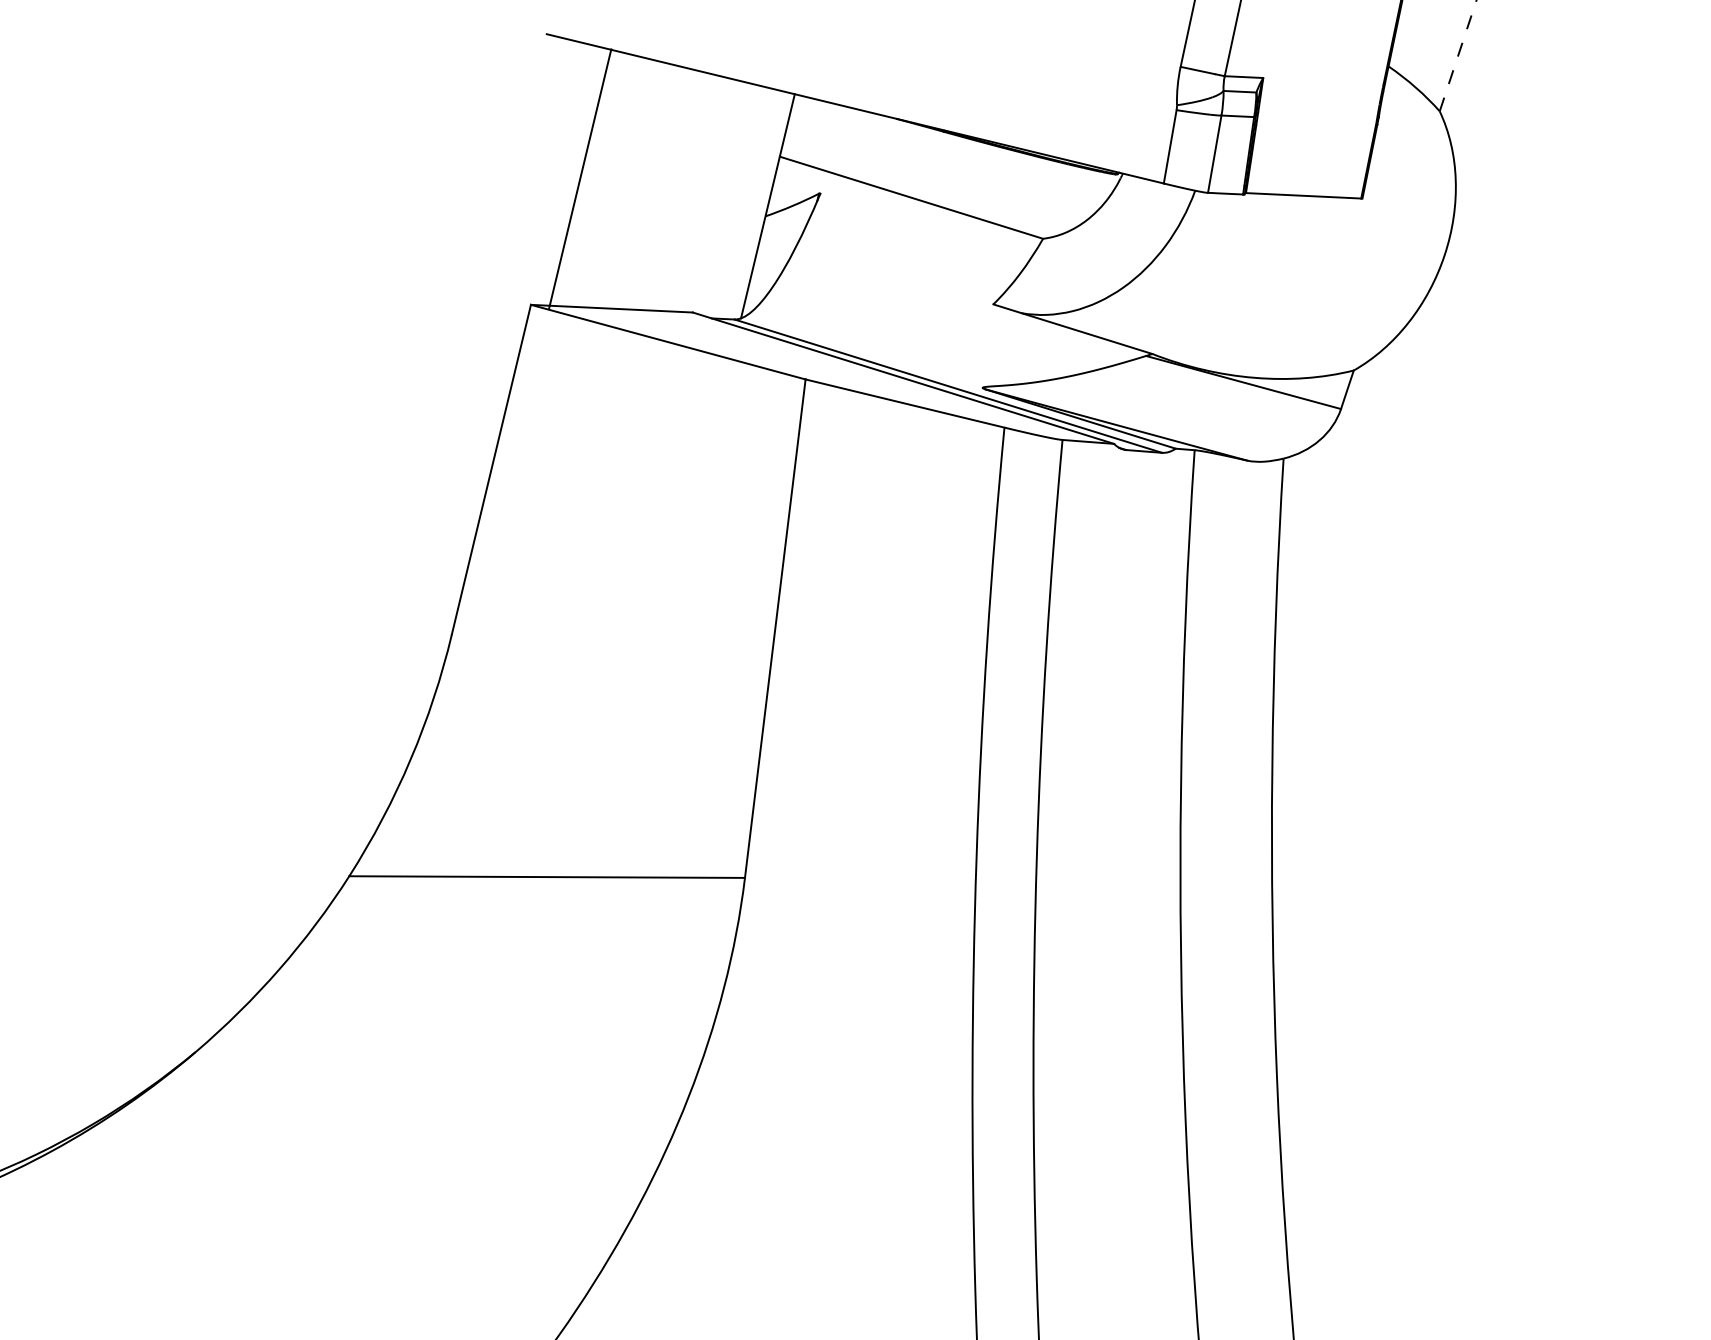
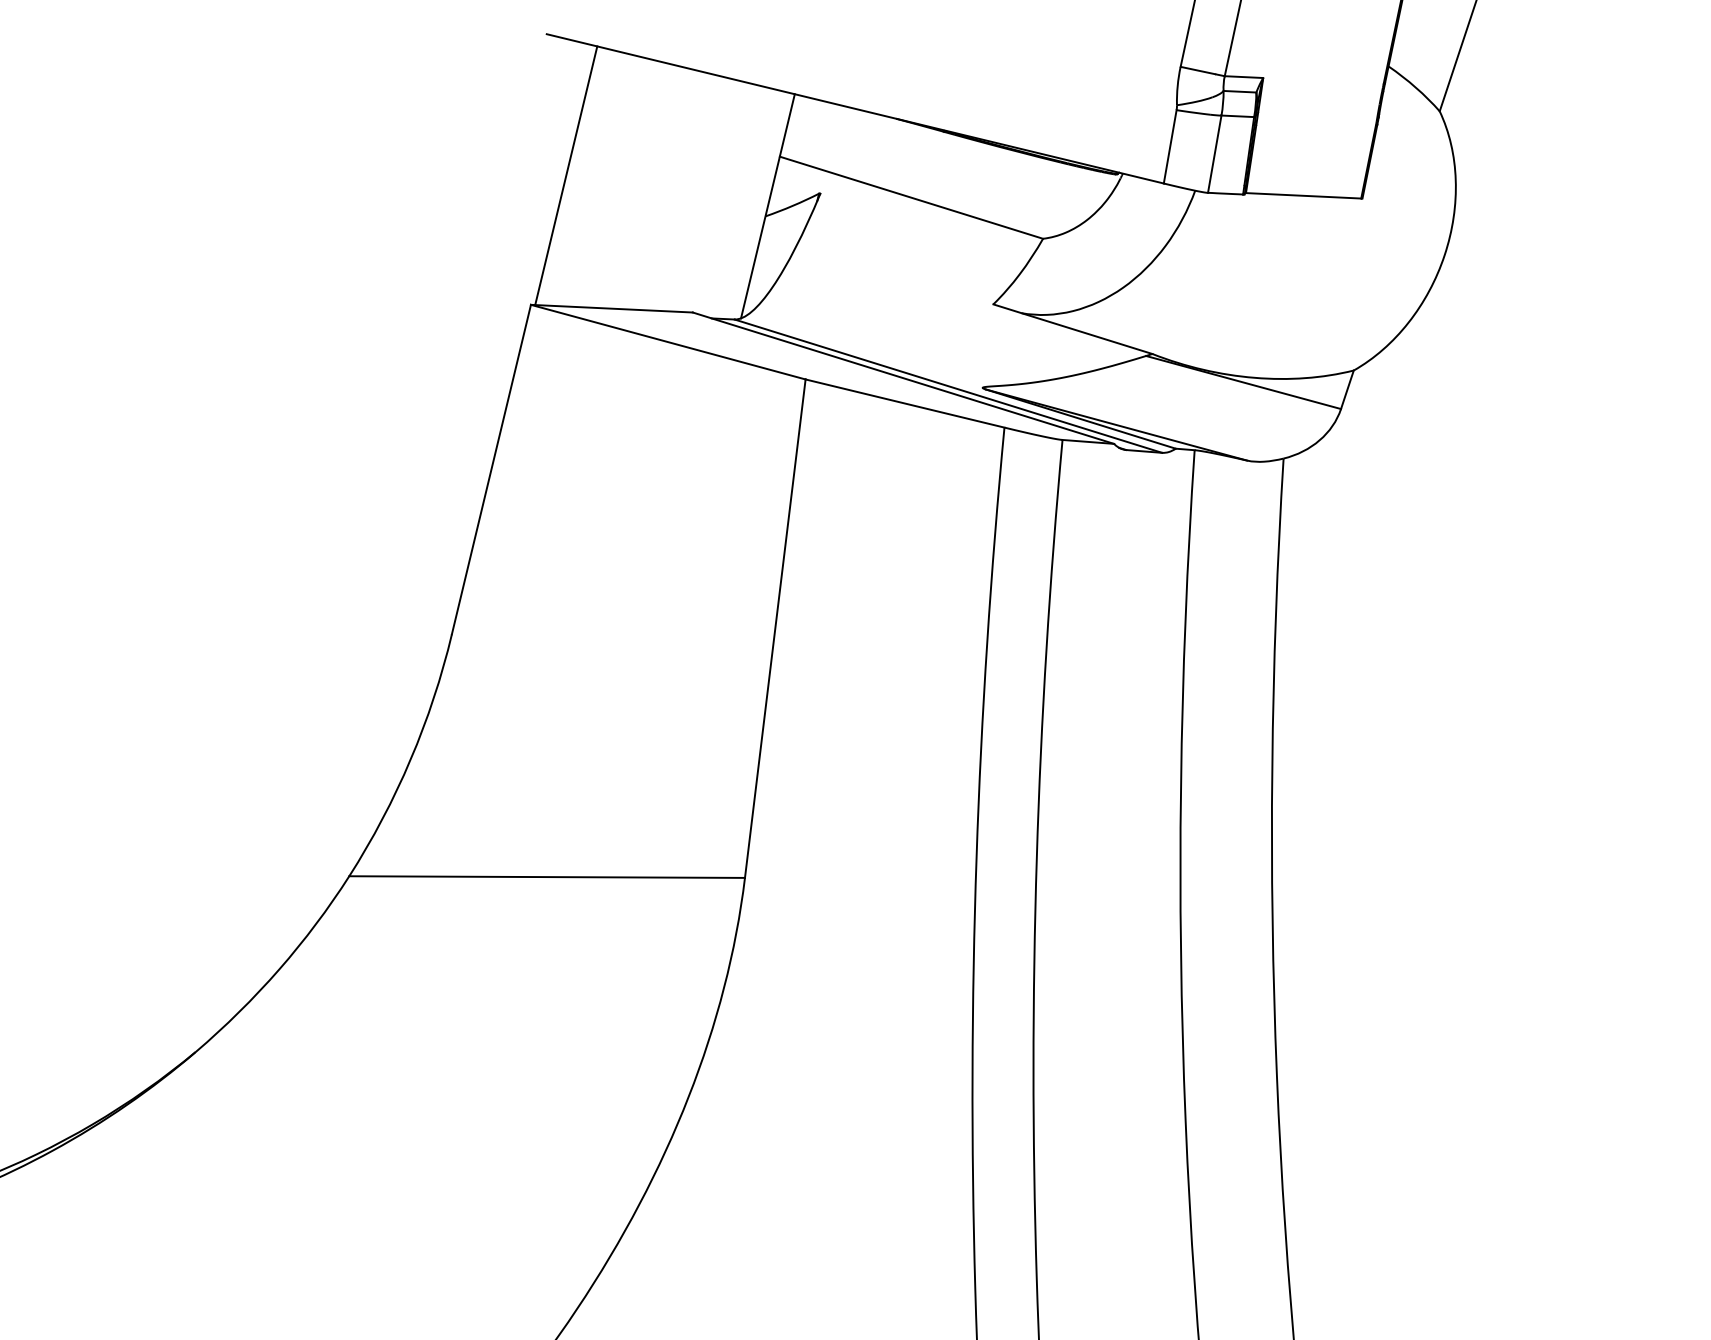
line at (1458, 55): dashed -> solid
line at (580, 178) position: (580, 178) -> (566, 175)
